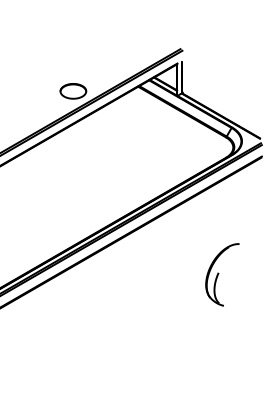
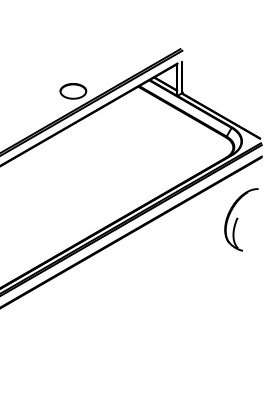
part at (222, 274) position: (222, 274) -> (241, 219)
